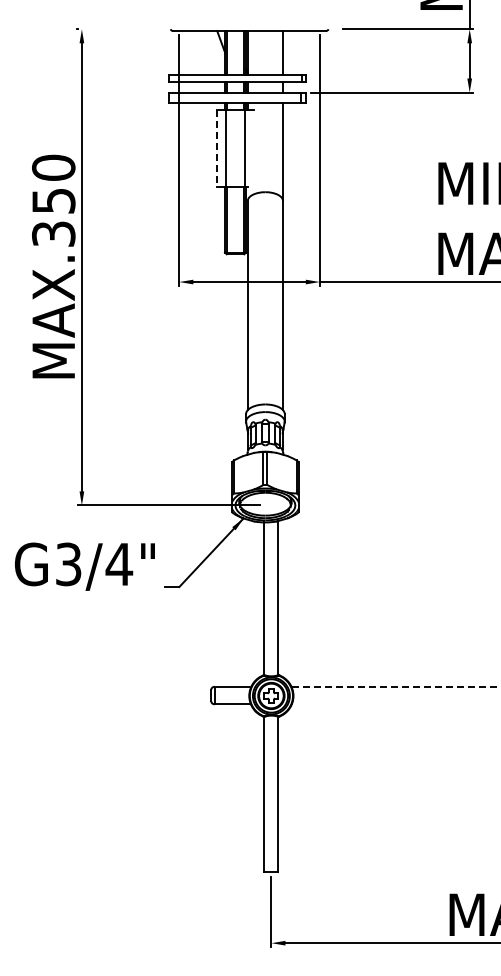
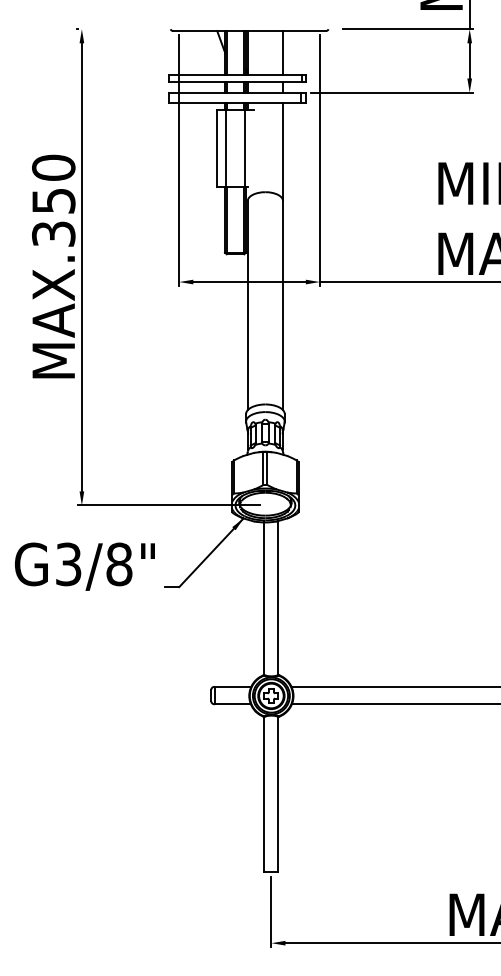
line at (217, 148): dashed -> solid
text at (119, 564): G3/4" -> G3/8"
line at (396, 686): dashed -> solid
line at (394, 704): none -> present
